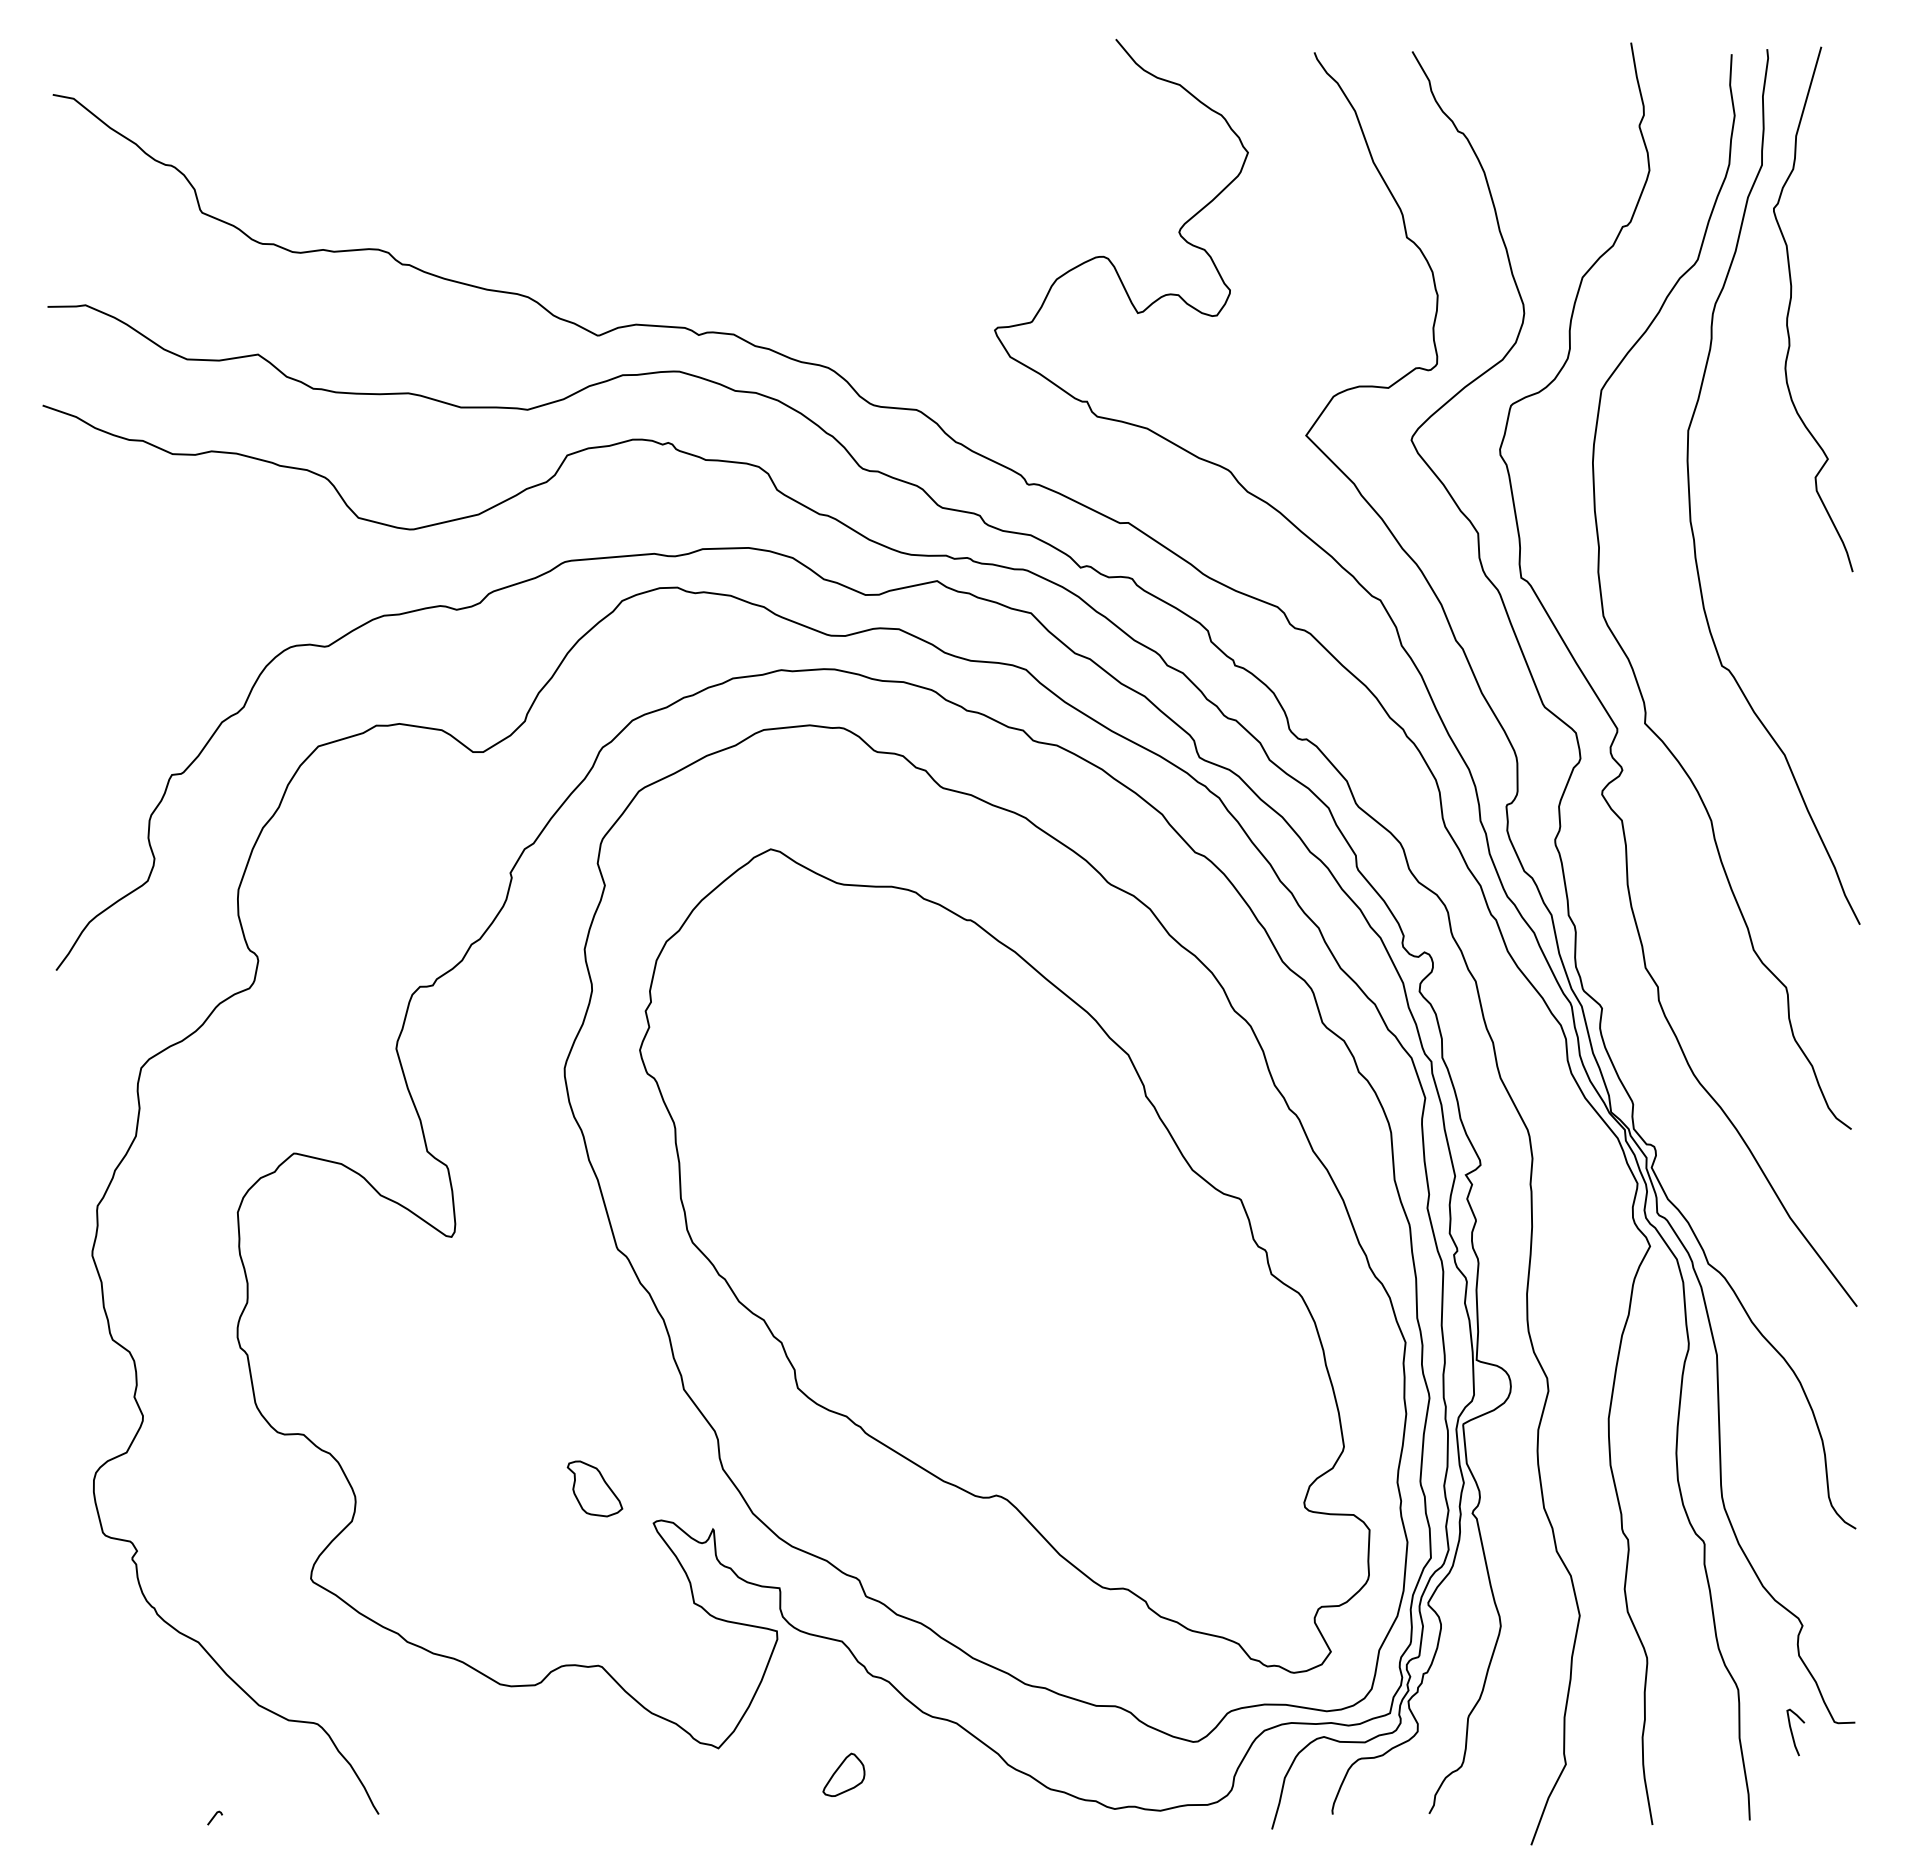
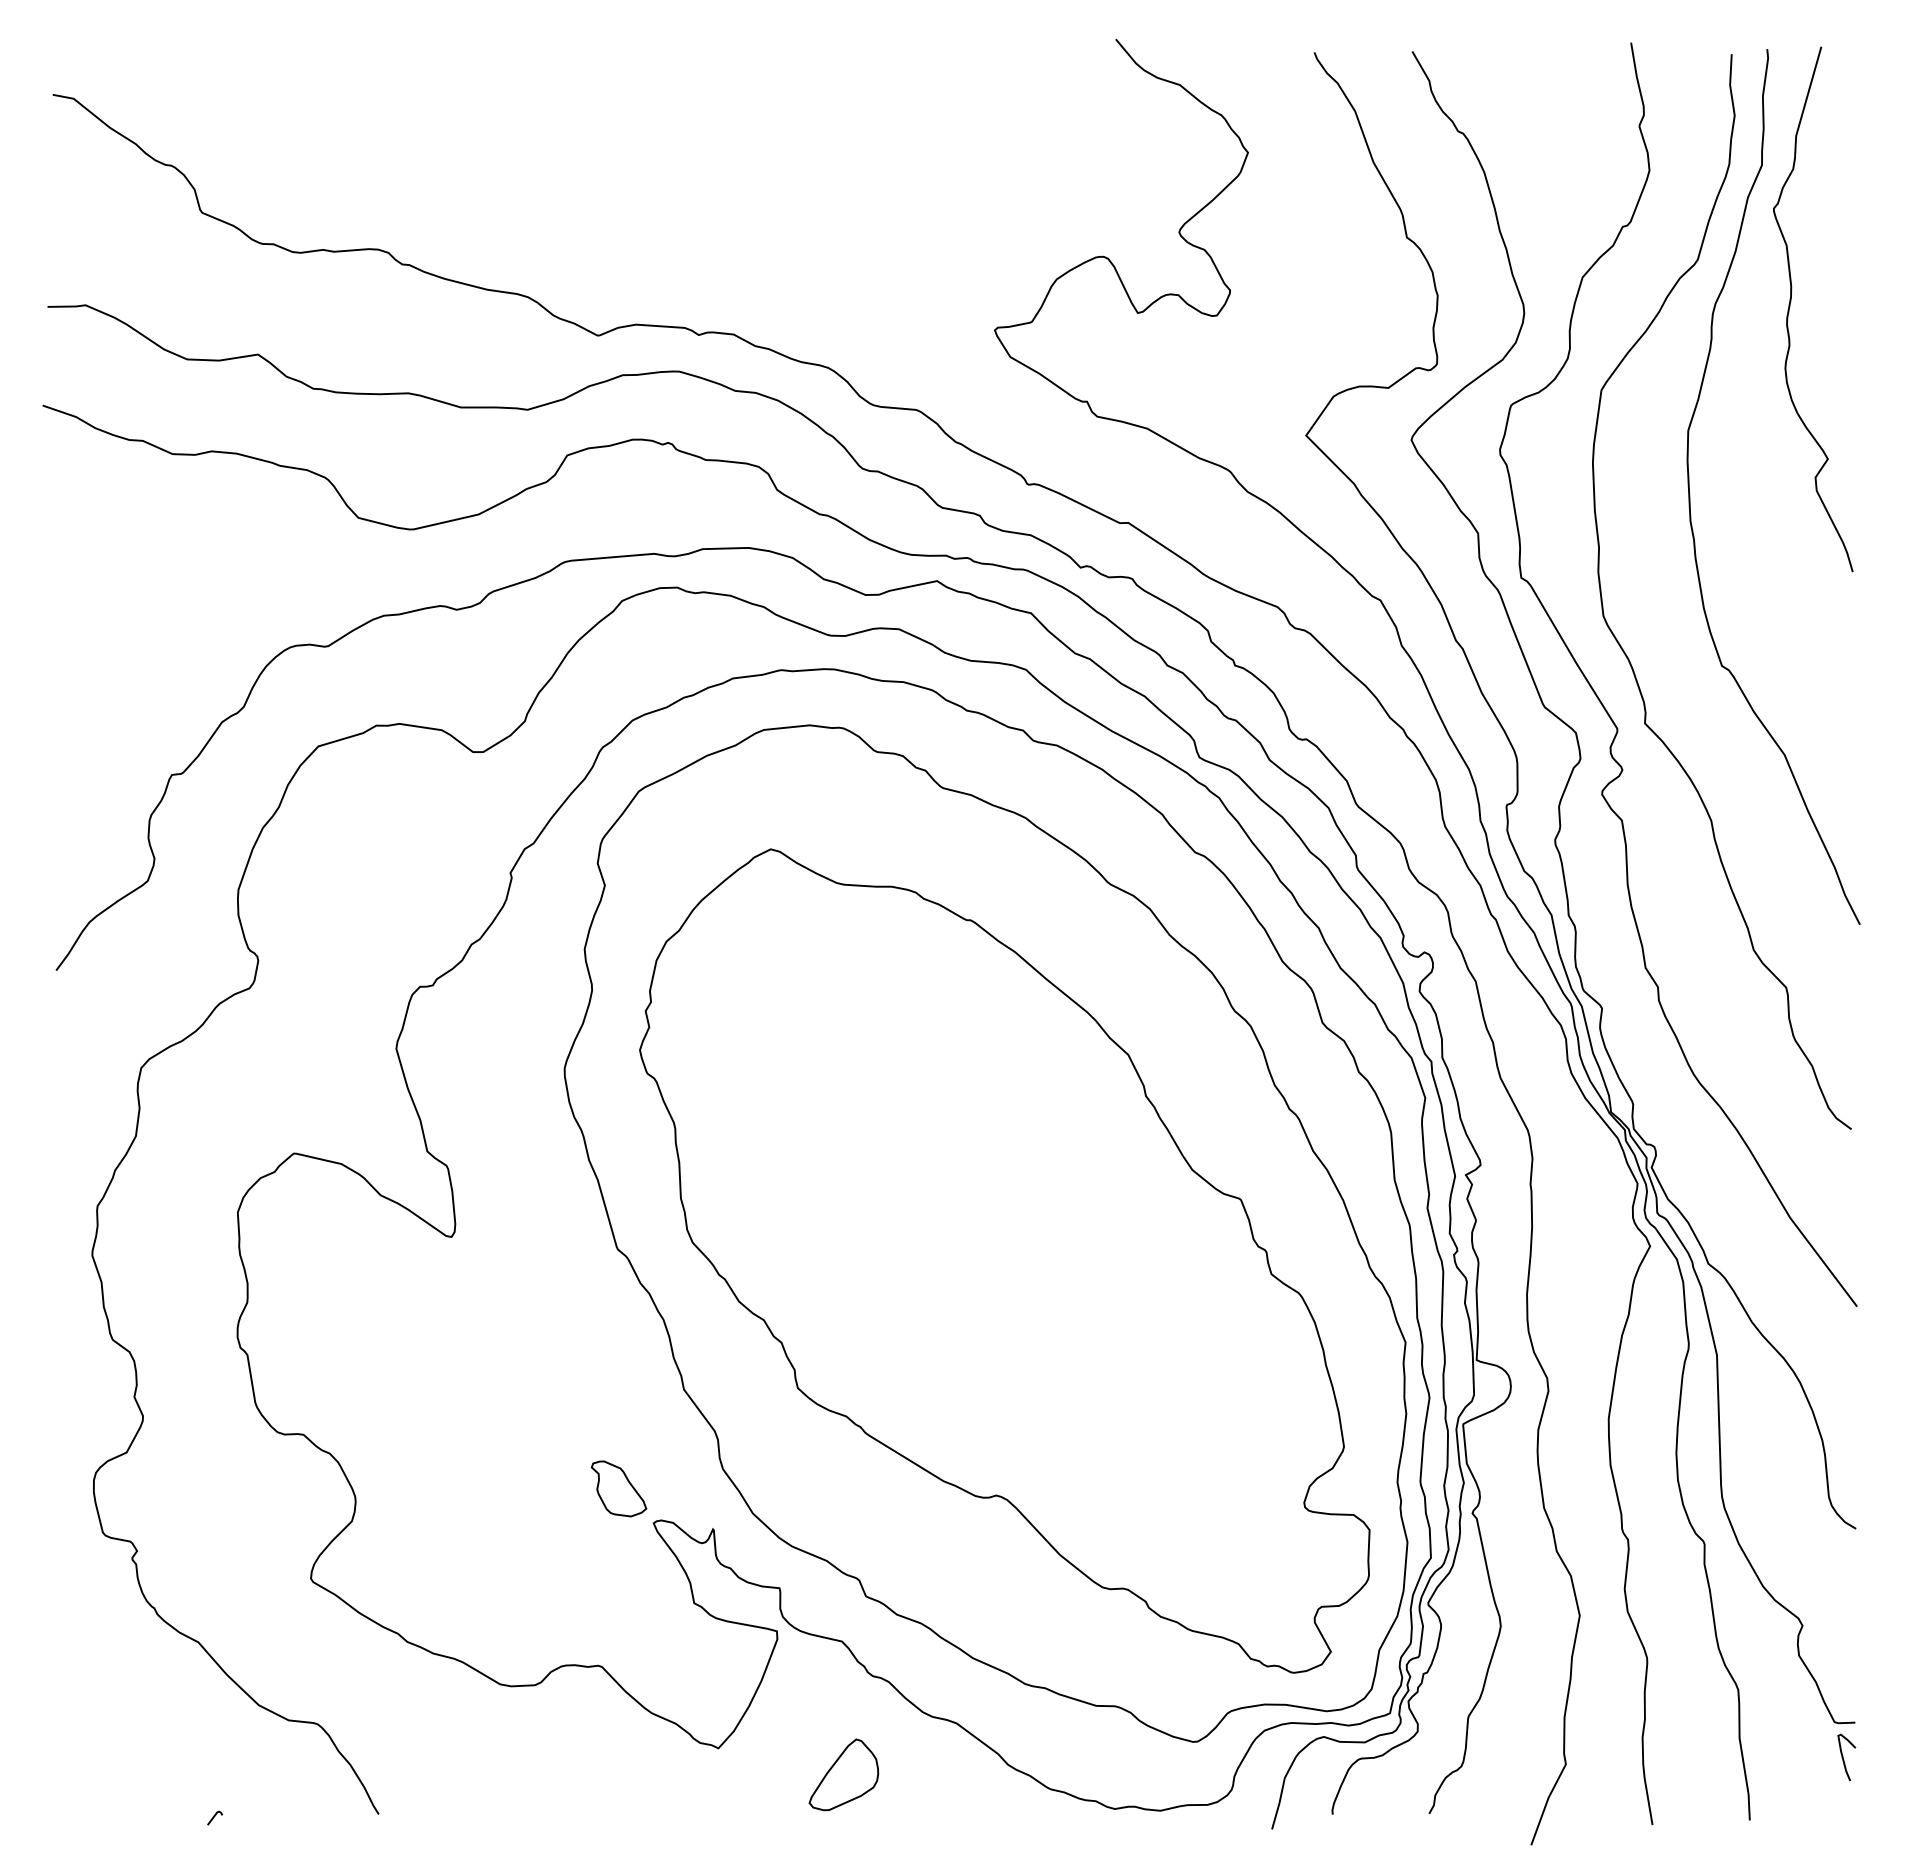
part at (594, 1488) position: (594, 1488) -> (618, 1488)
curve at (1793, 1734) position: (1793, 1734) -> (1844, 1759)
part at (843, 1774) size: 44x45 px -> 72x74 px
